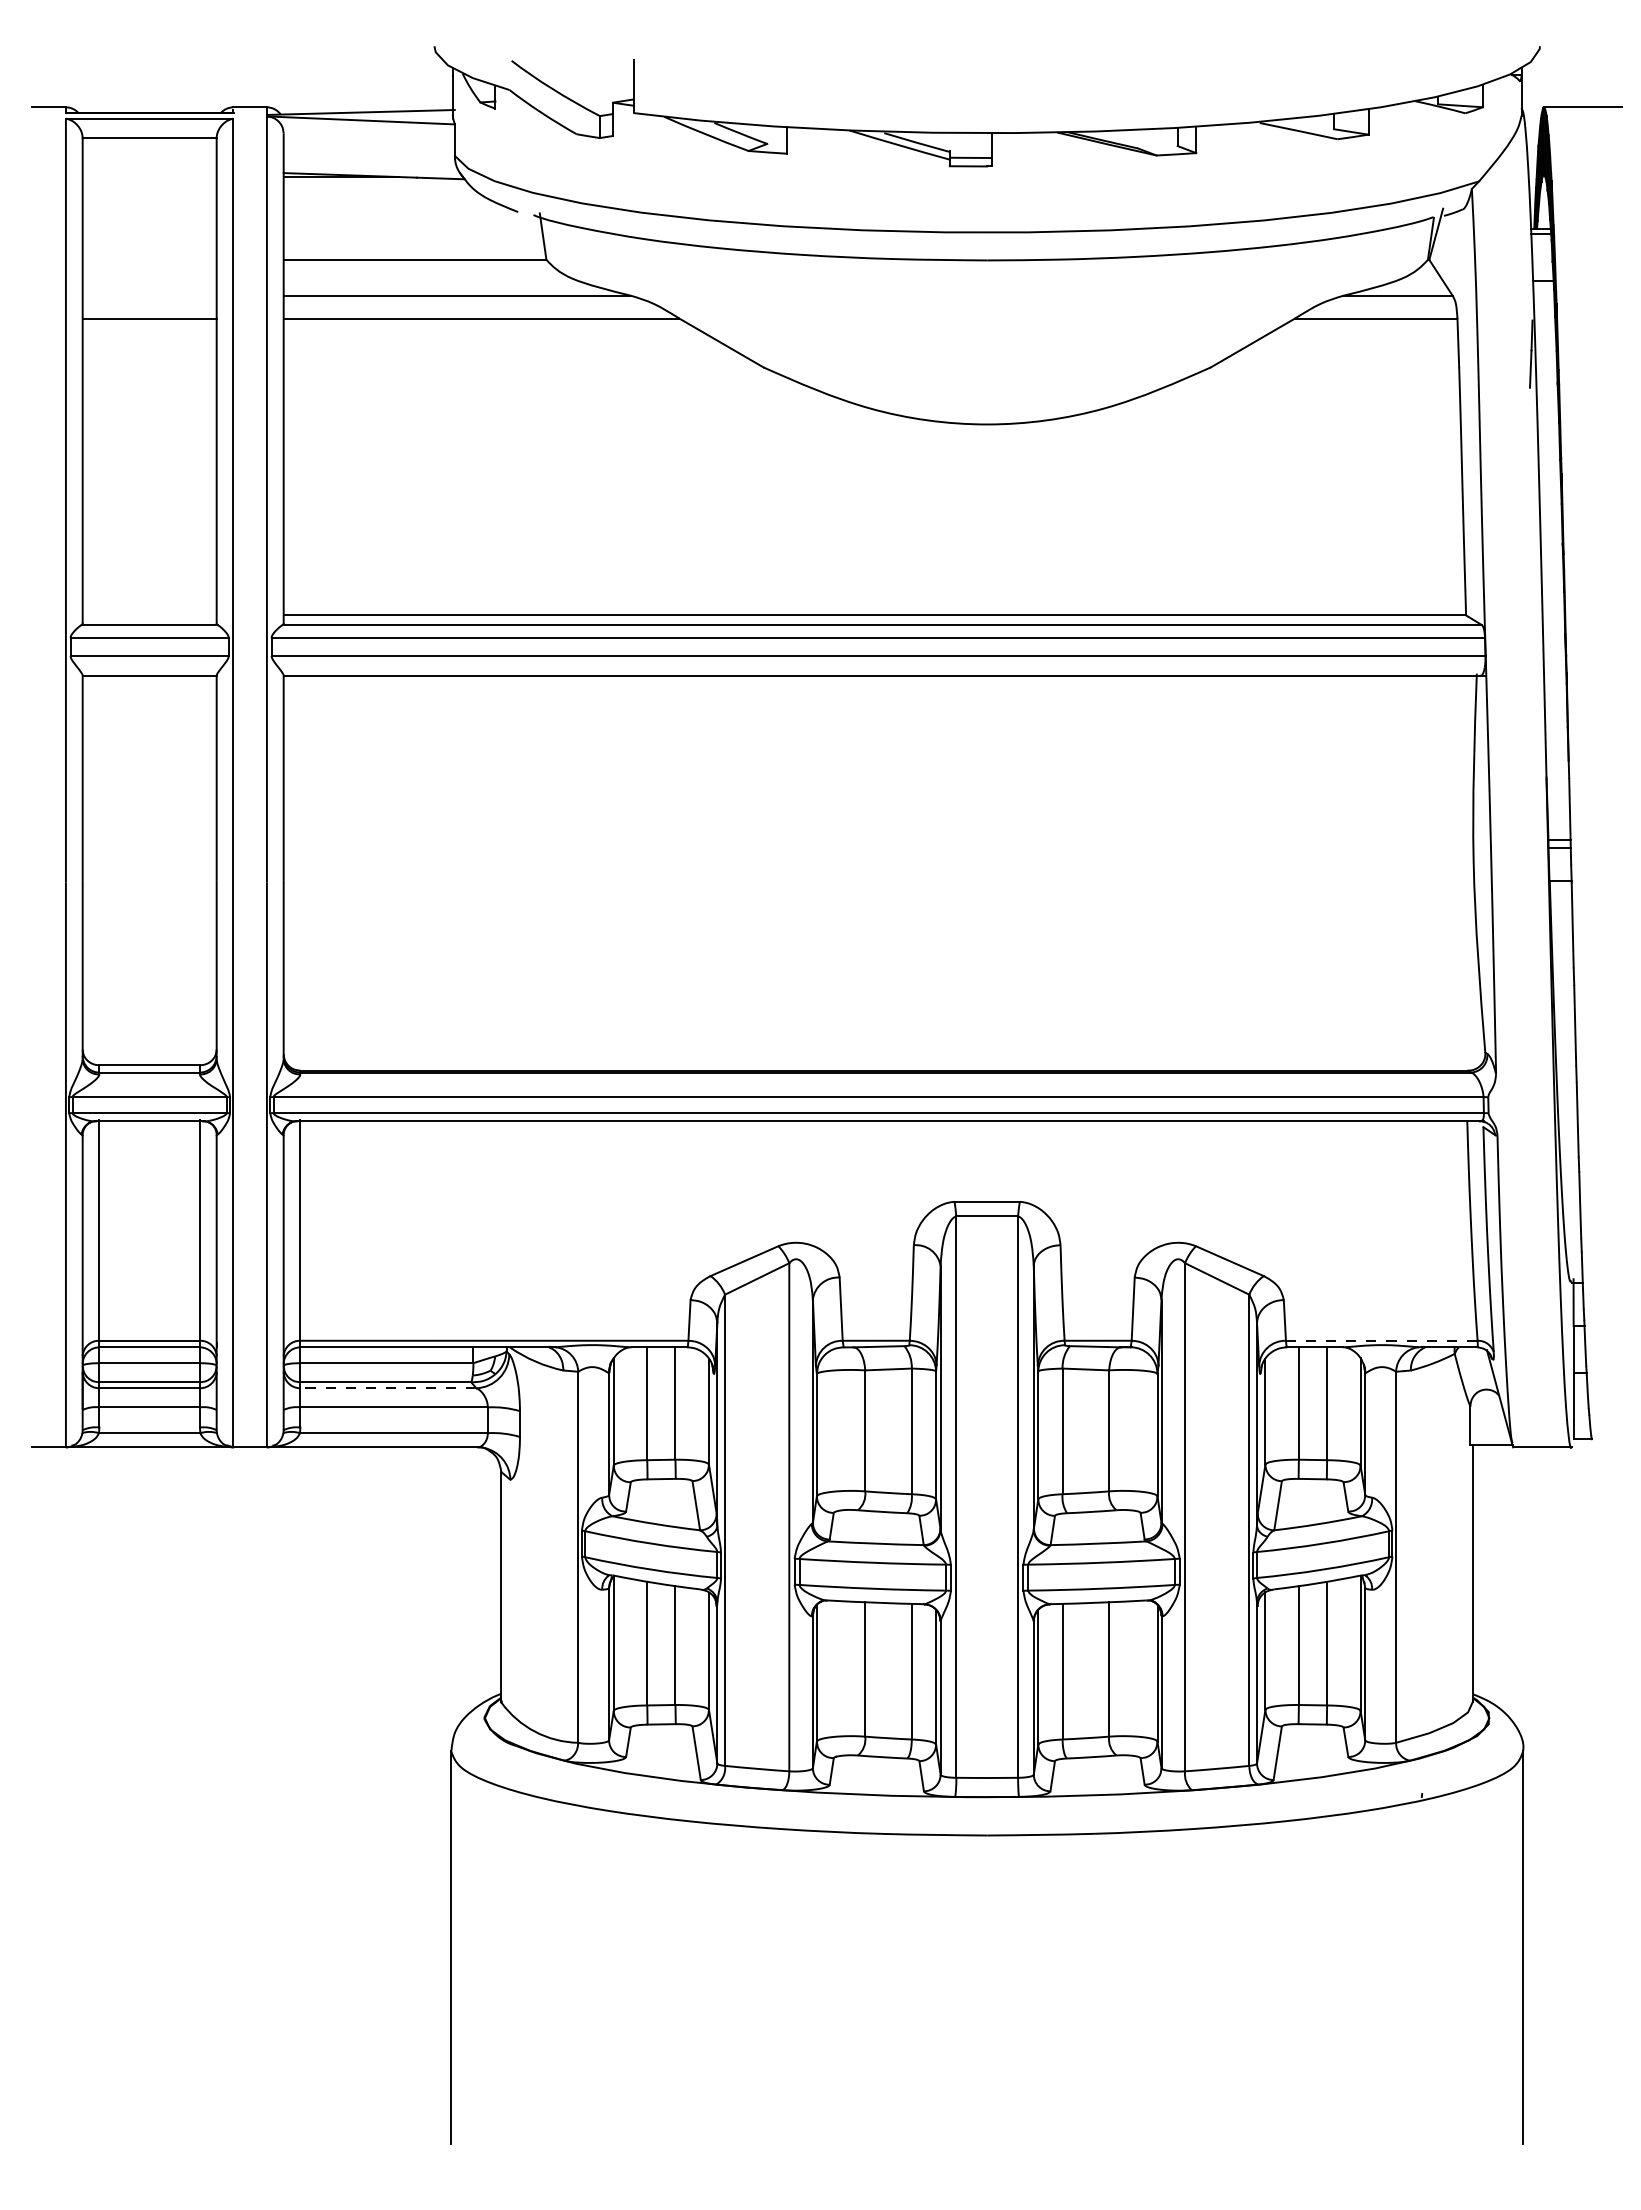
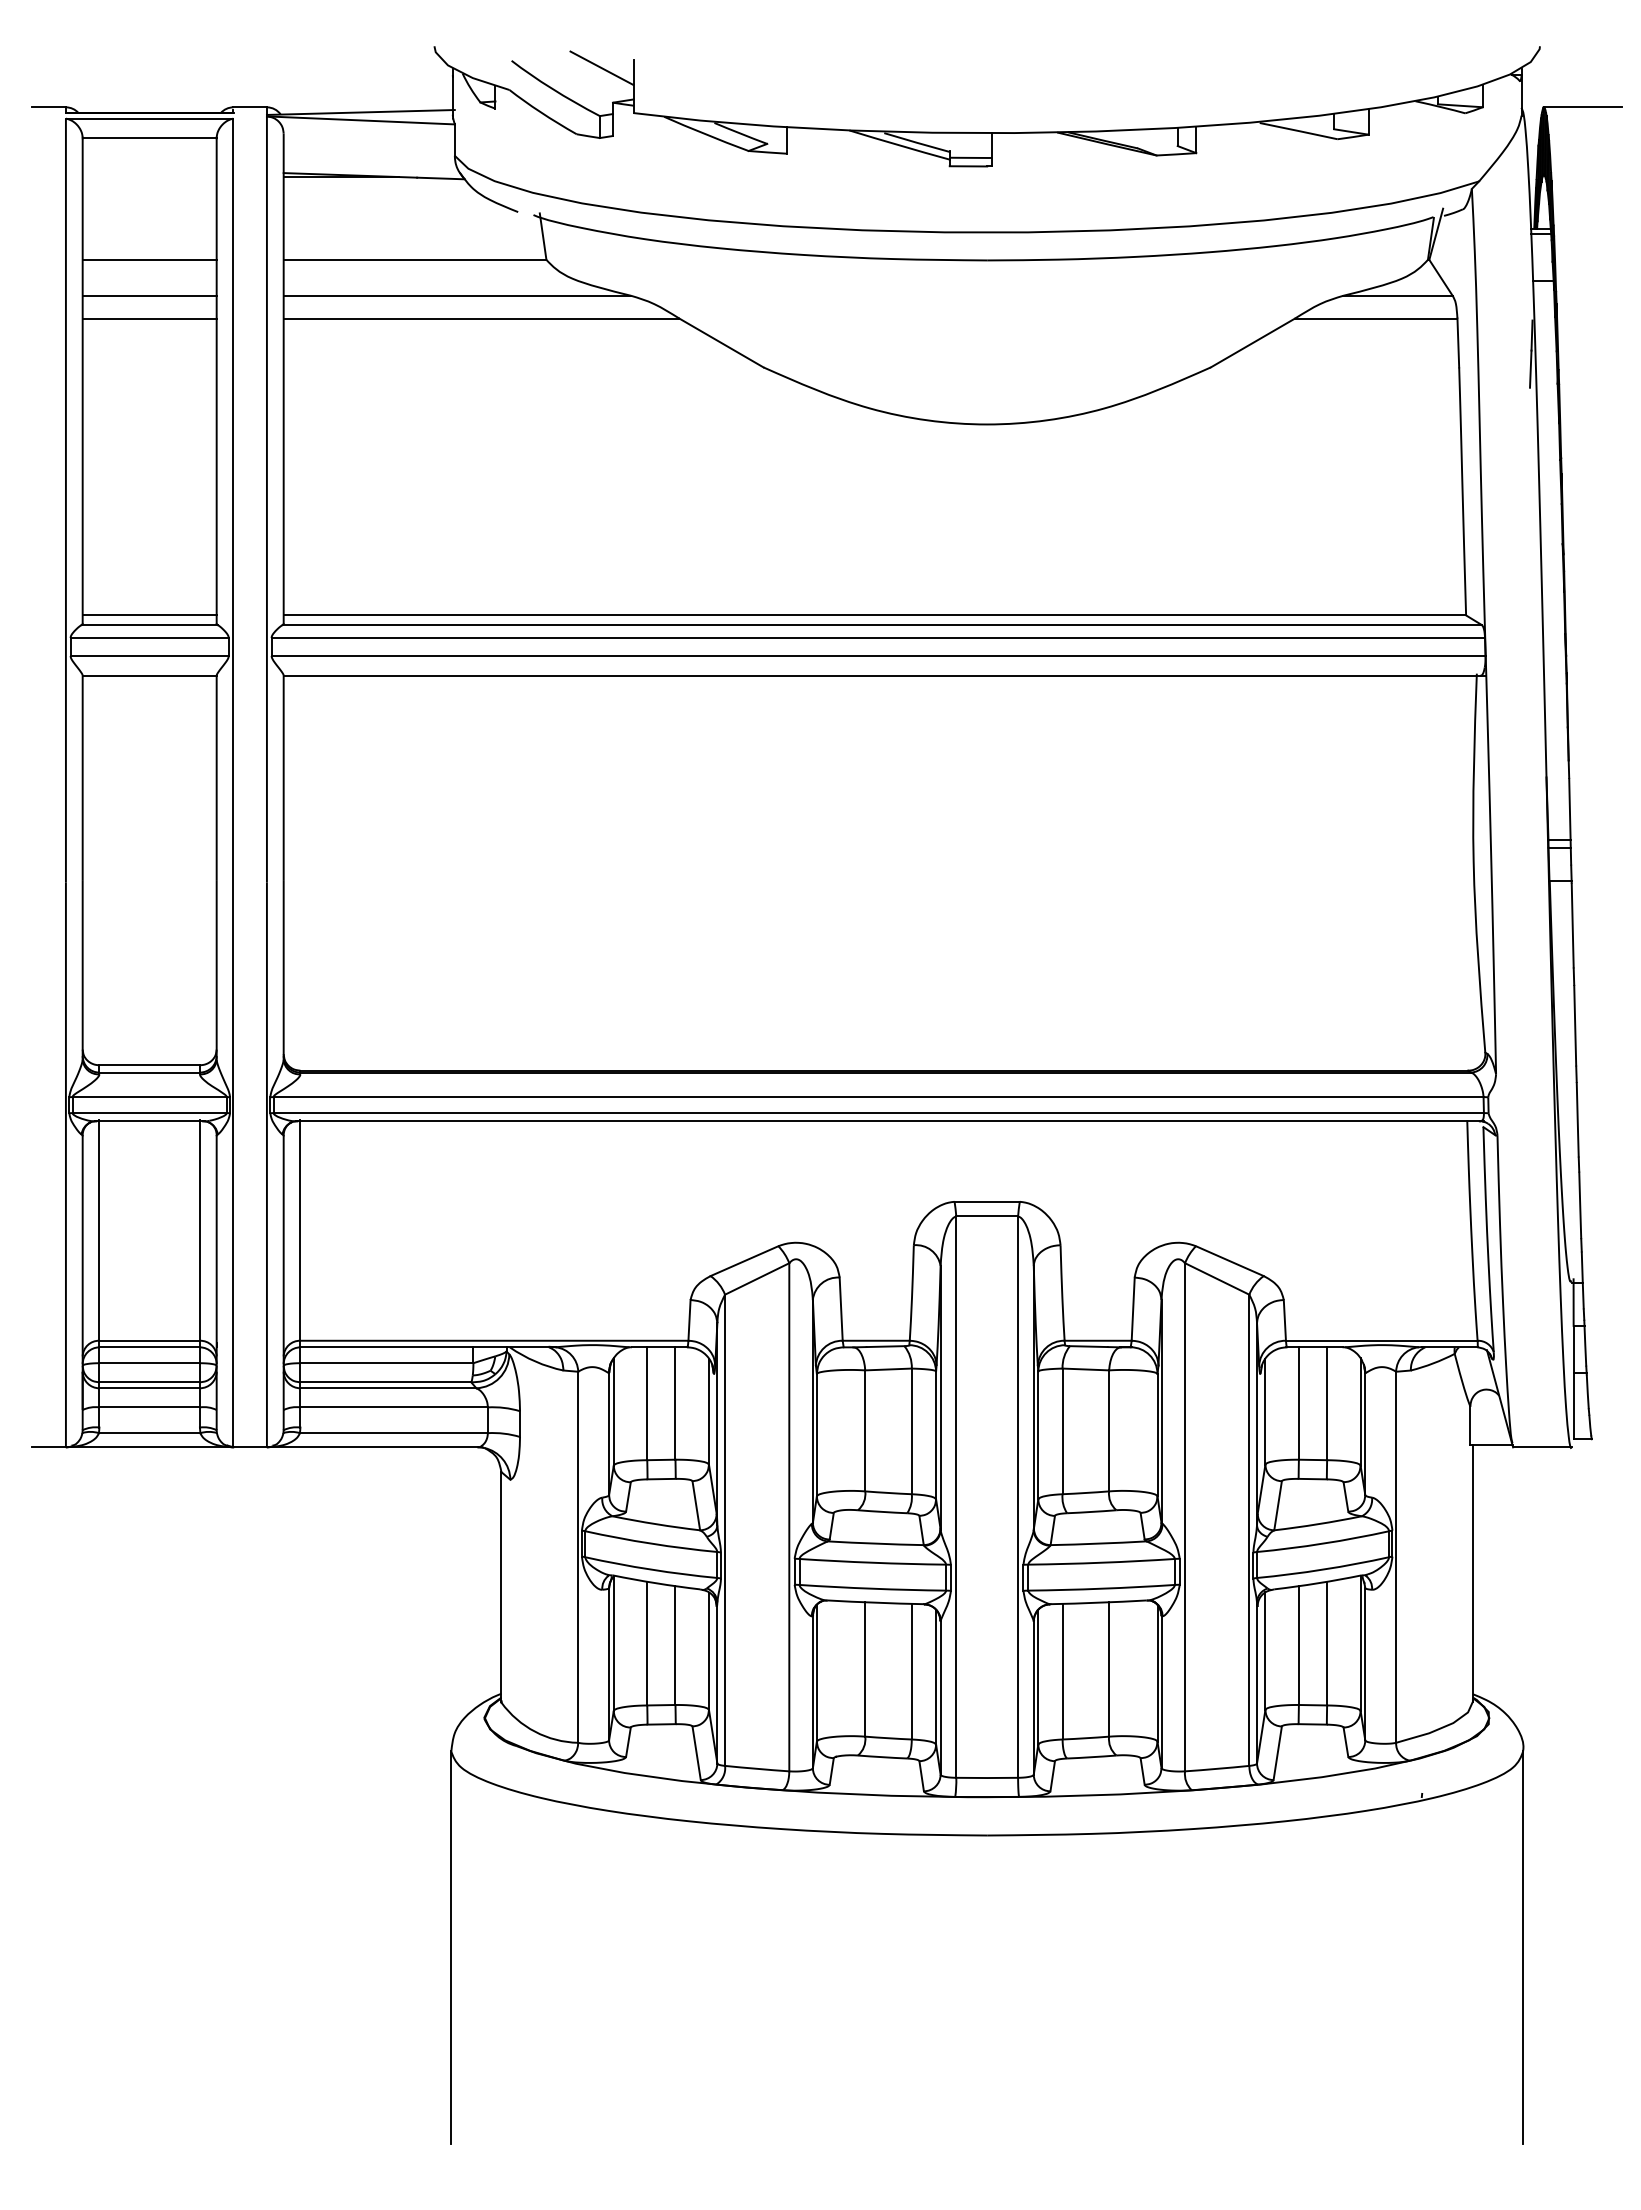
line at (601, 68): none -> present
line at (149, 259): none -> present
line at (149, 295): none -> present
line at (149, 615): none -> present
line at (1381, 1340): dashed -> solid
line at (388, 1388): dashed -> solid
